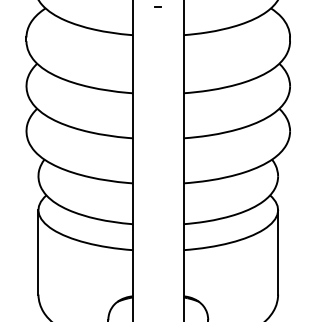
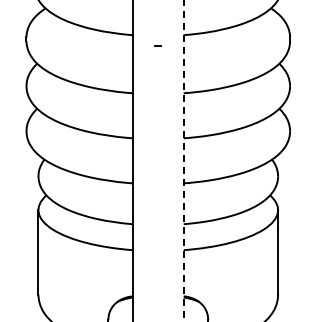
line at (157, 6) position: (157, 6) -> (157, 45)
line at (183, 160): solid -> dashed
